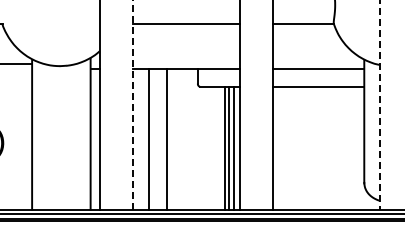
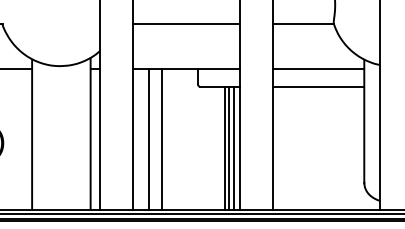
line at (17, 64) position: (17, 64) -> (17, 69)
line at (132, 105): dashed -> solid
line at (379, 105): dashed -> solid
line at (167, 139) position: (167, 139) -> (162, 139)
